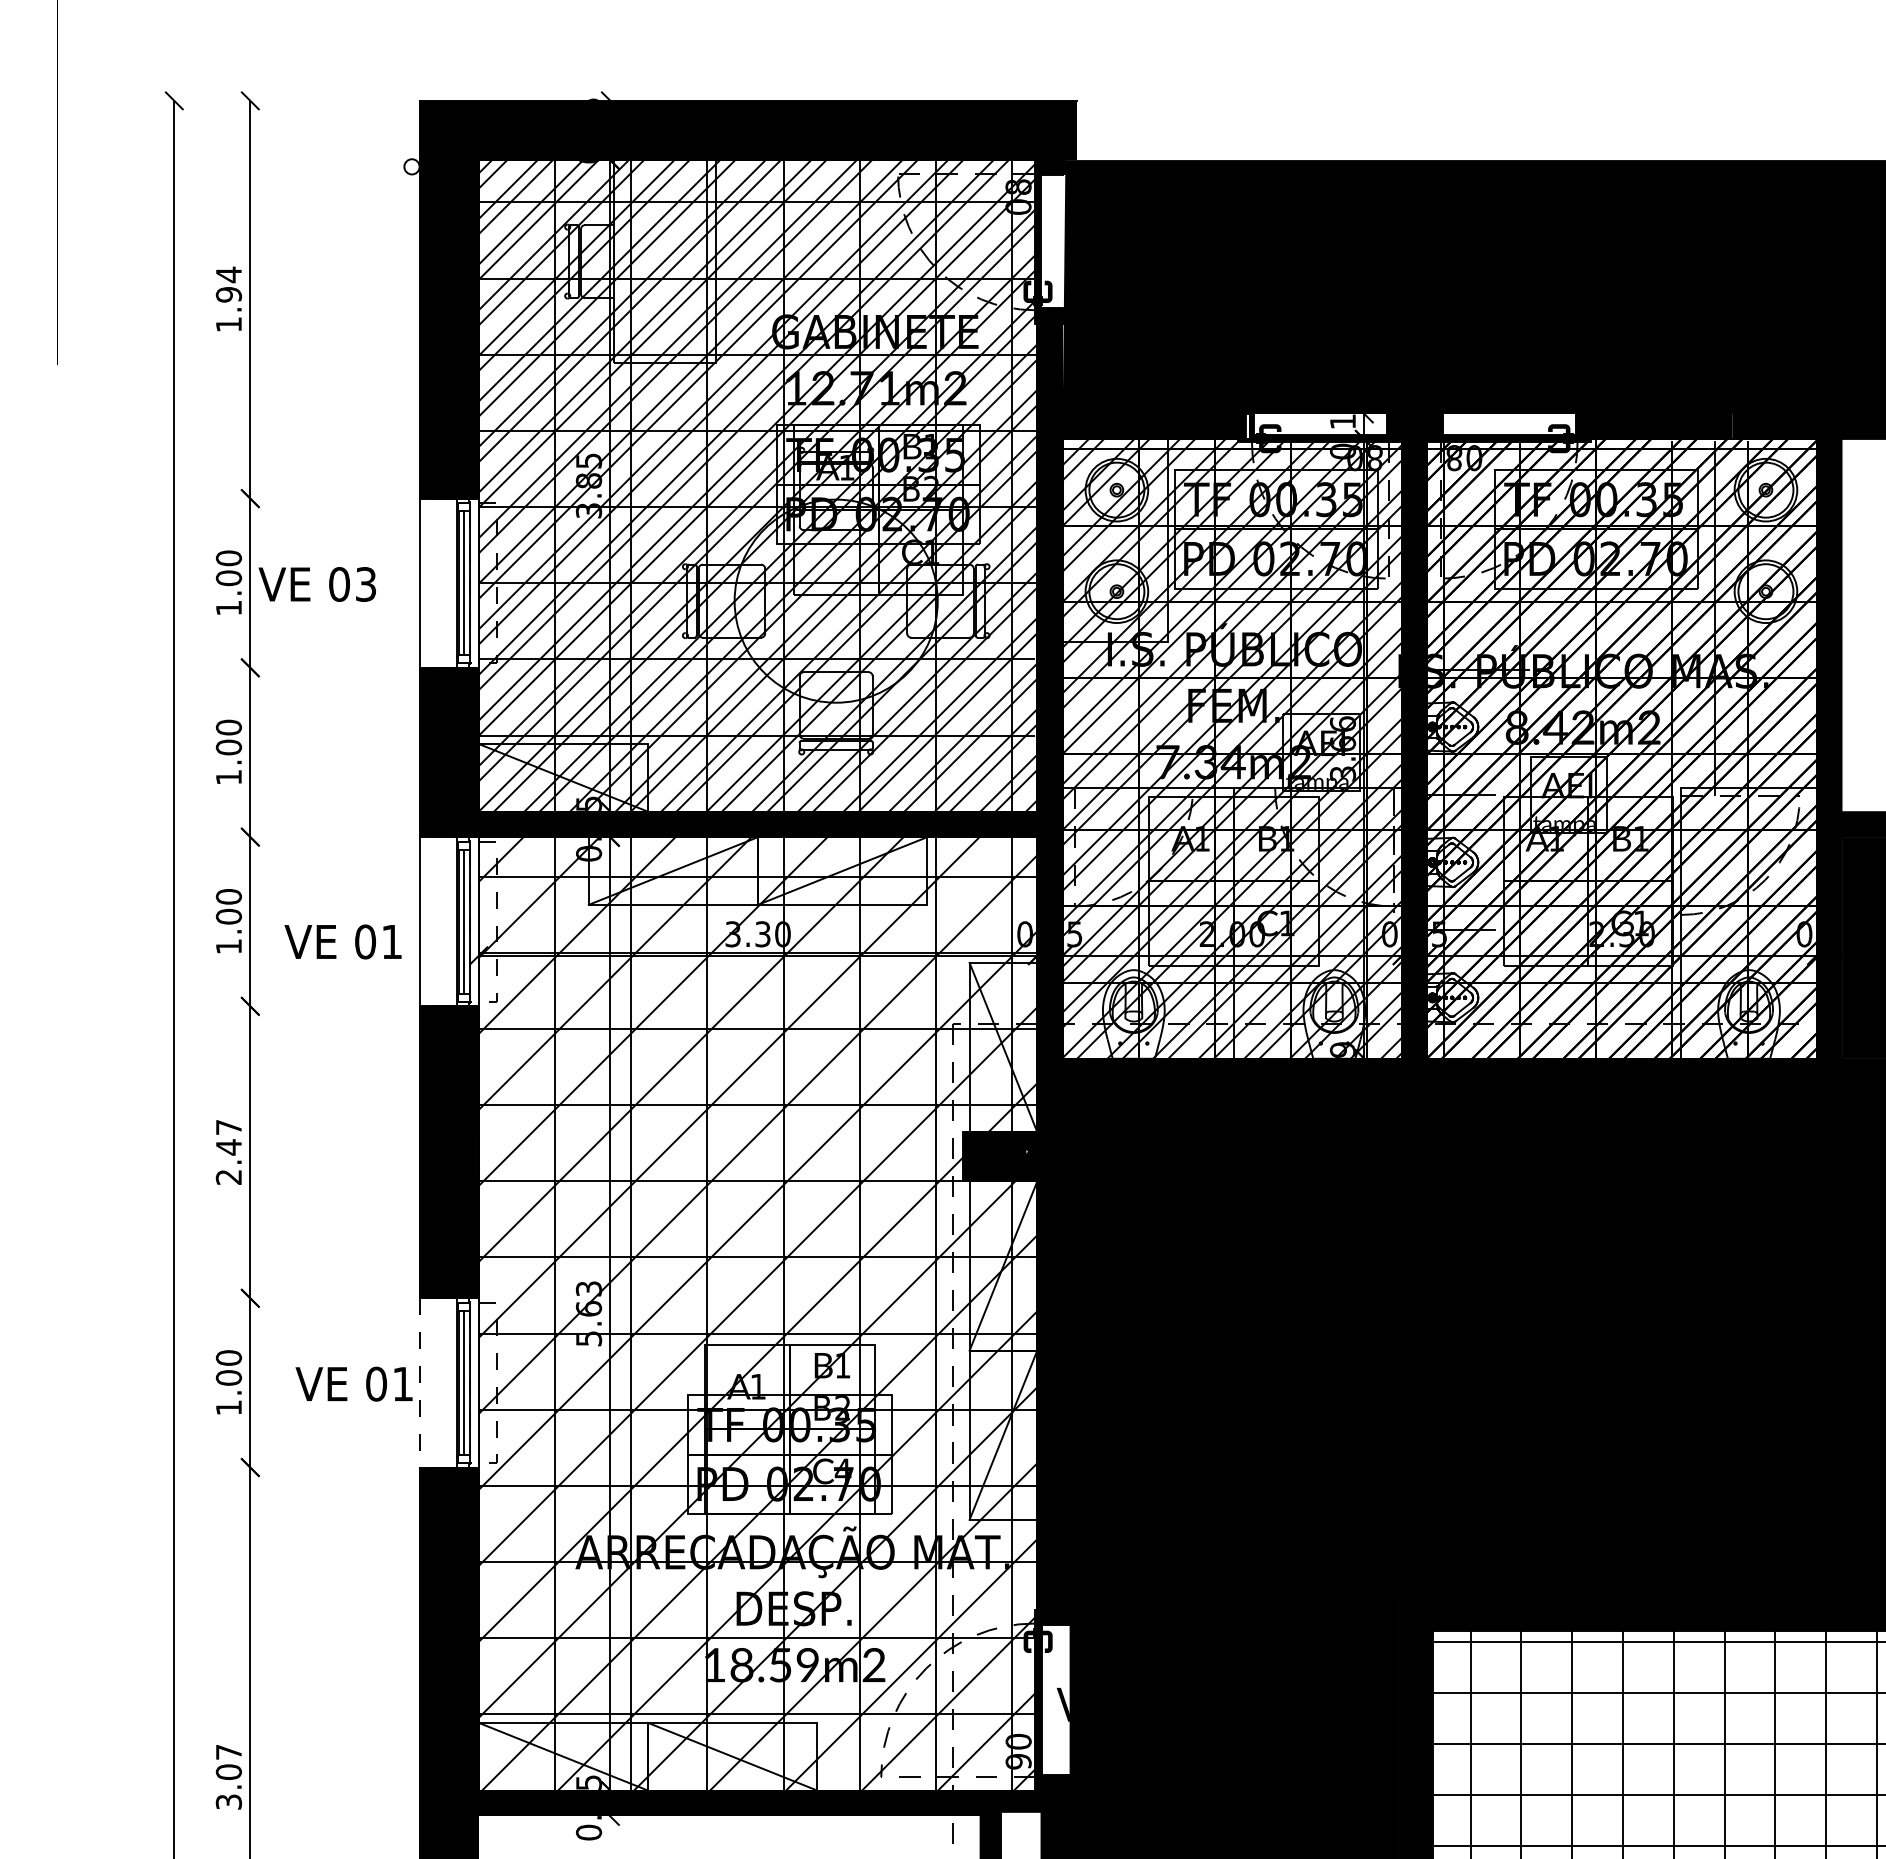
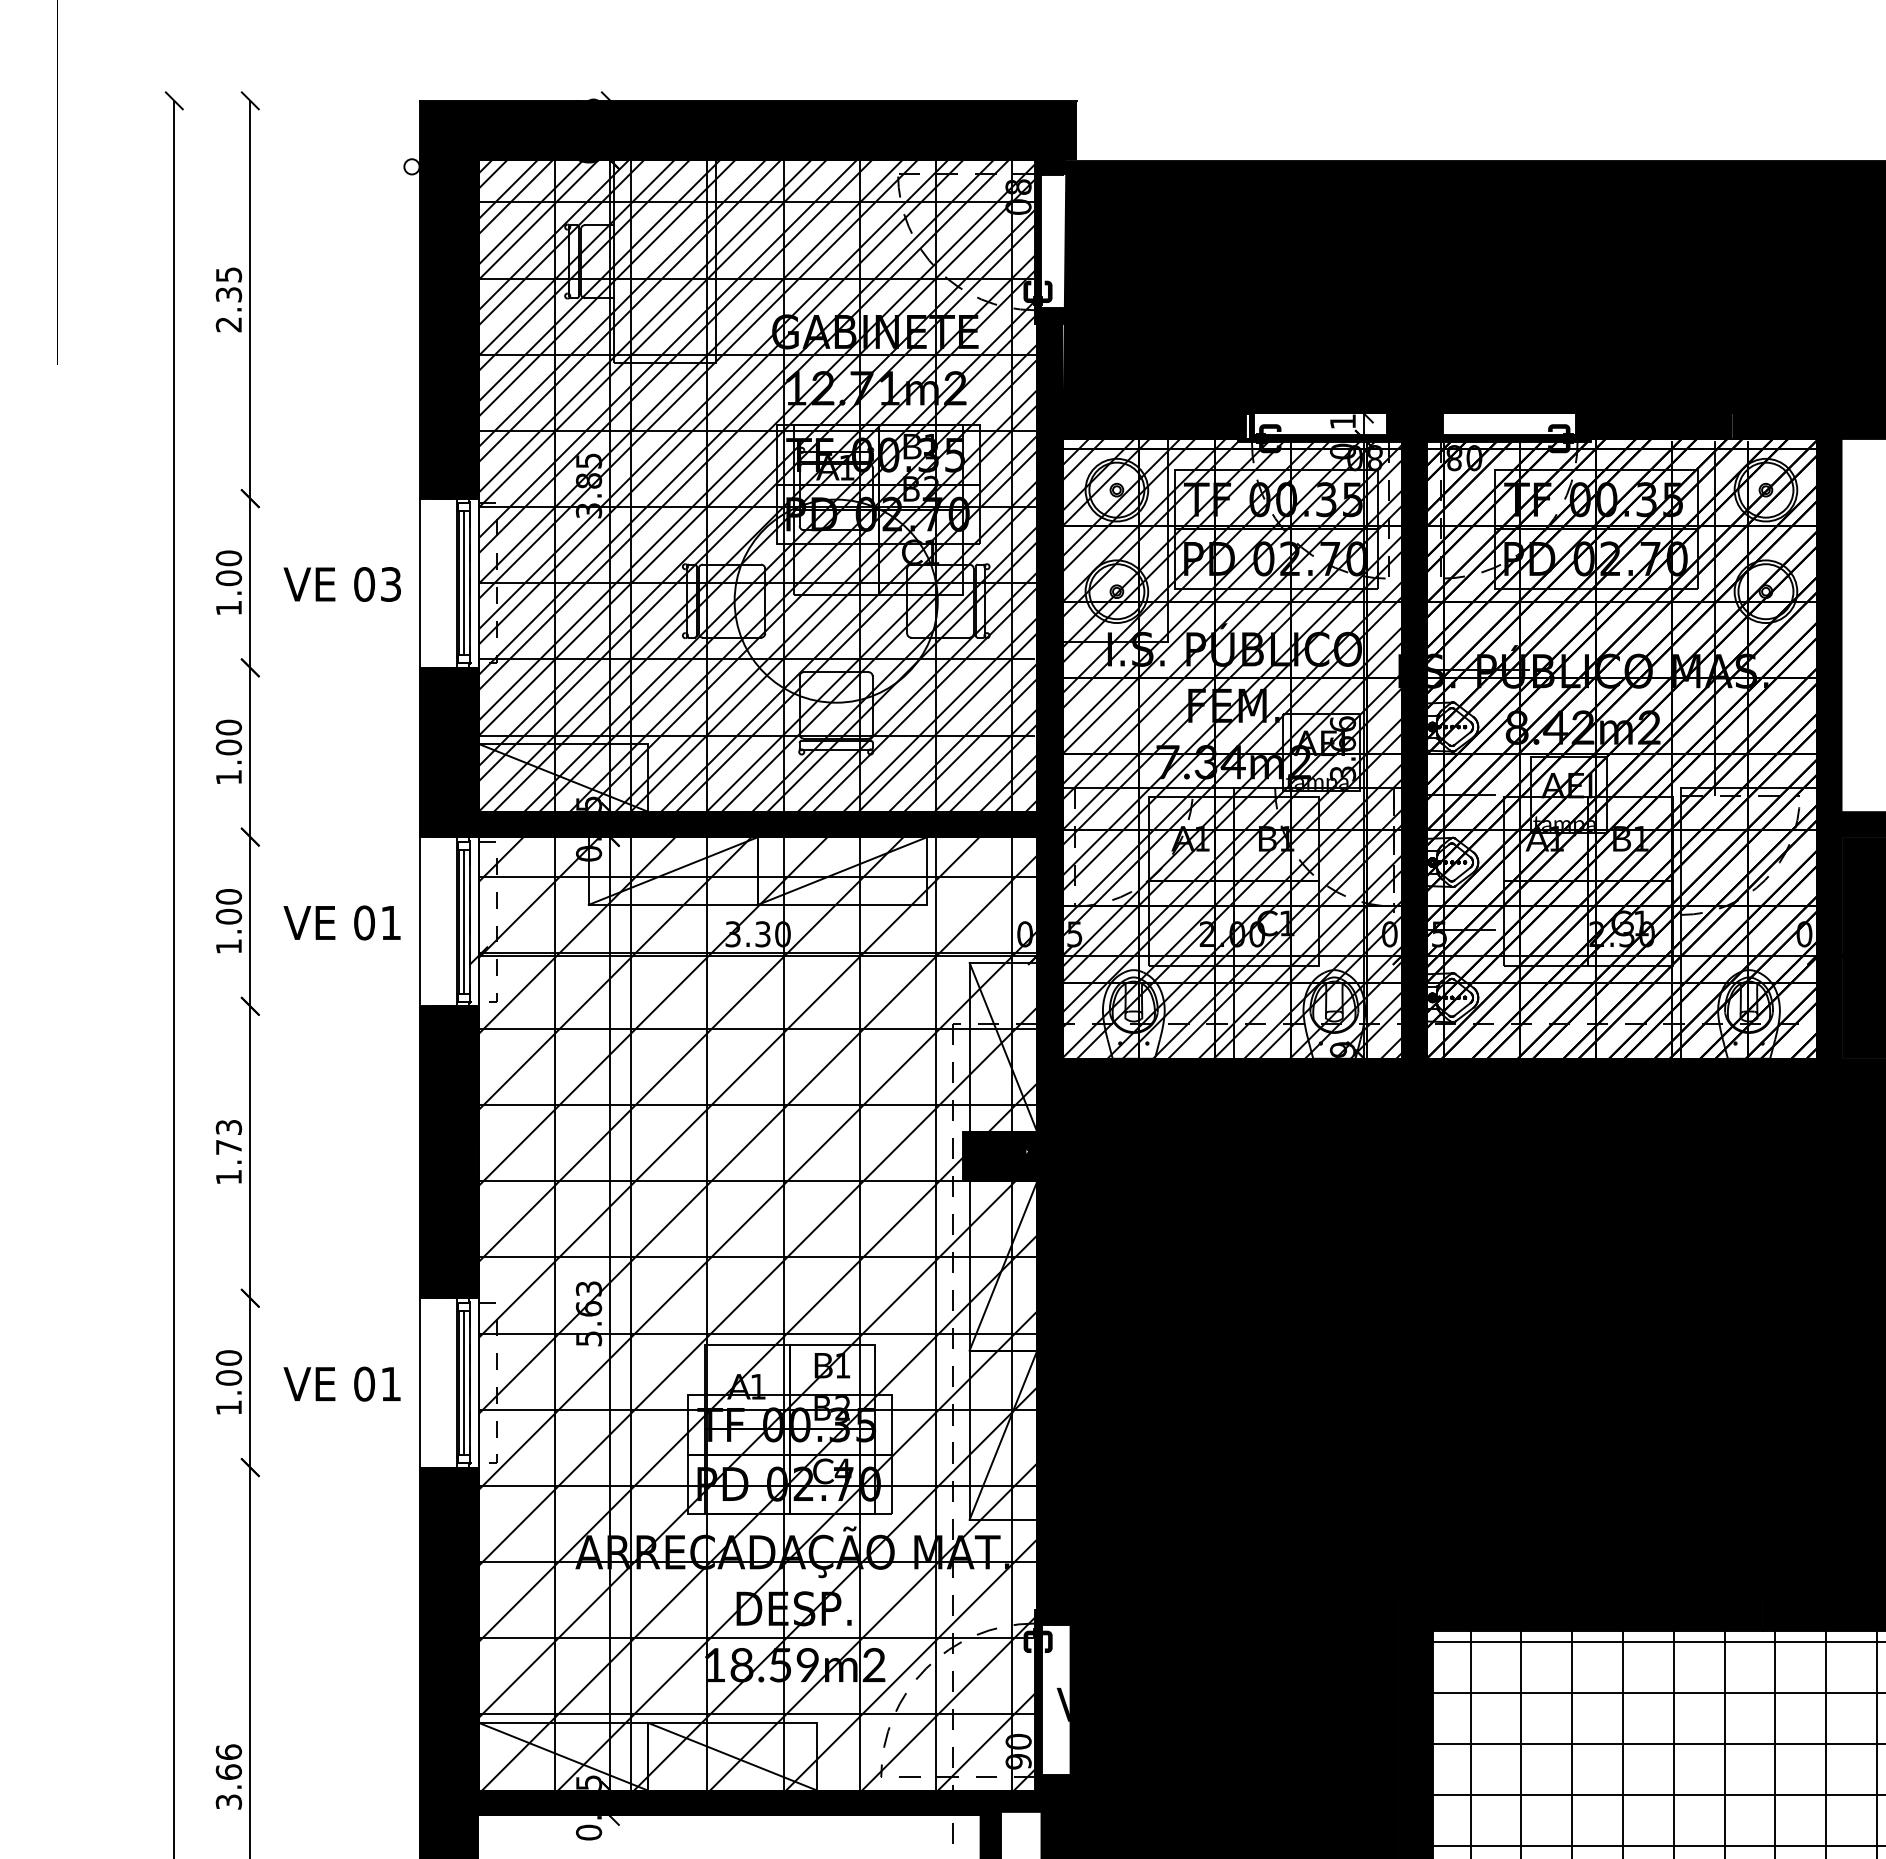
text at (228, 299): 1.94 -> 2.35
text at (316, 584) position: (316, 584) -> (341, 584)
text at (342, 941) position: (342, 941) -> (341, 922)
text at (228, 1152): 2.47 -> 1.73
line at (419, 1382): dashed -> solid
text at (353, 1383) position: (353, 1383) -> (341, 1383)
text at (228, 1761): 3.07 -> 3.66
